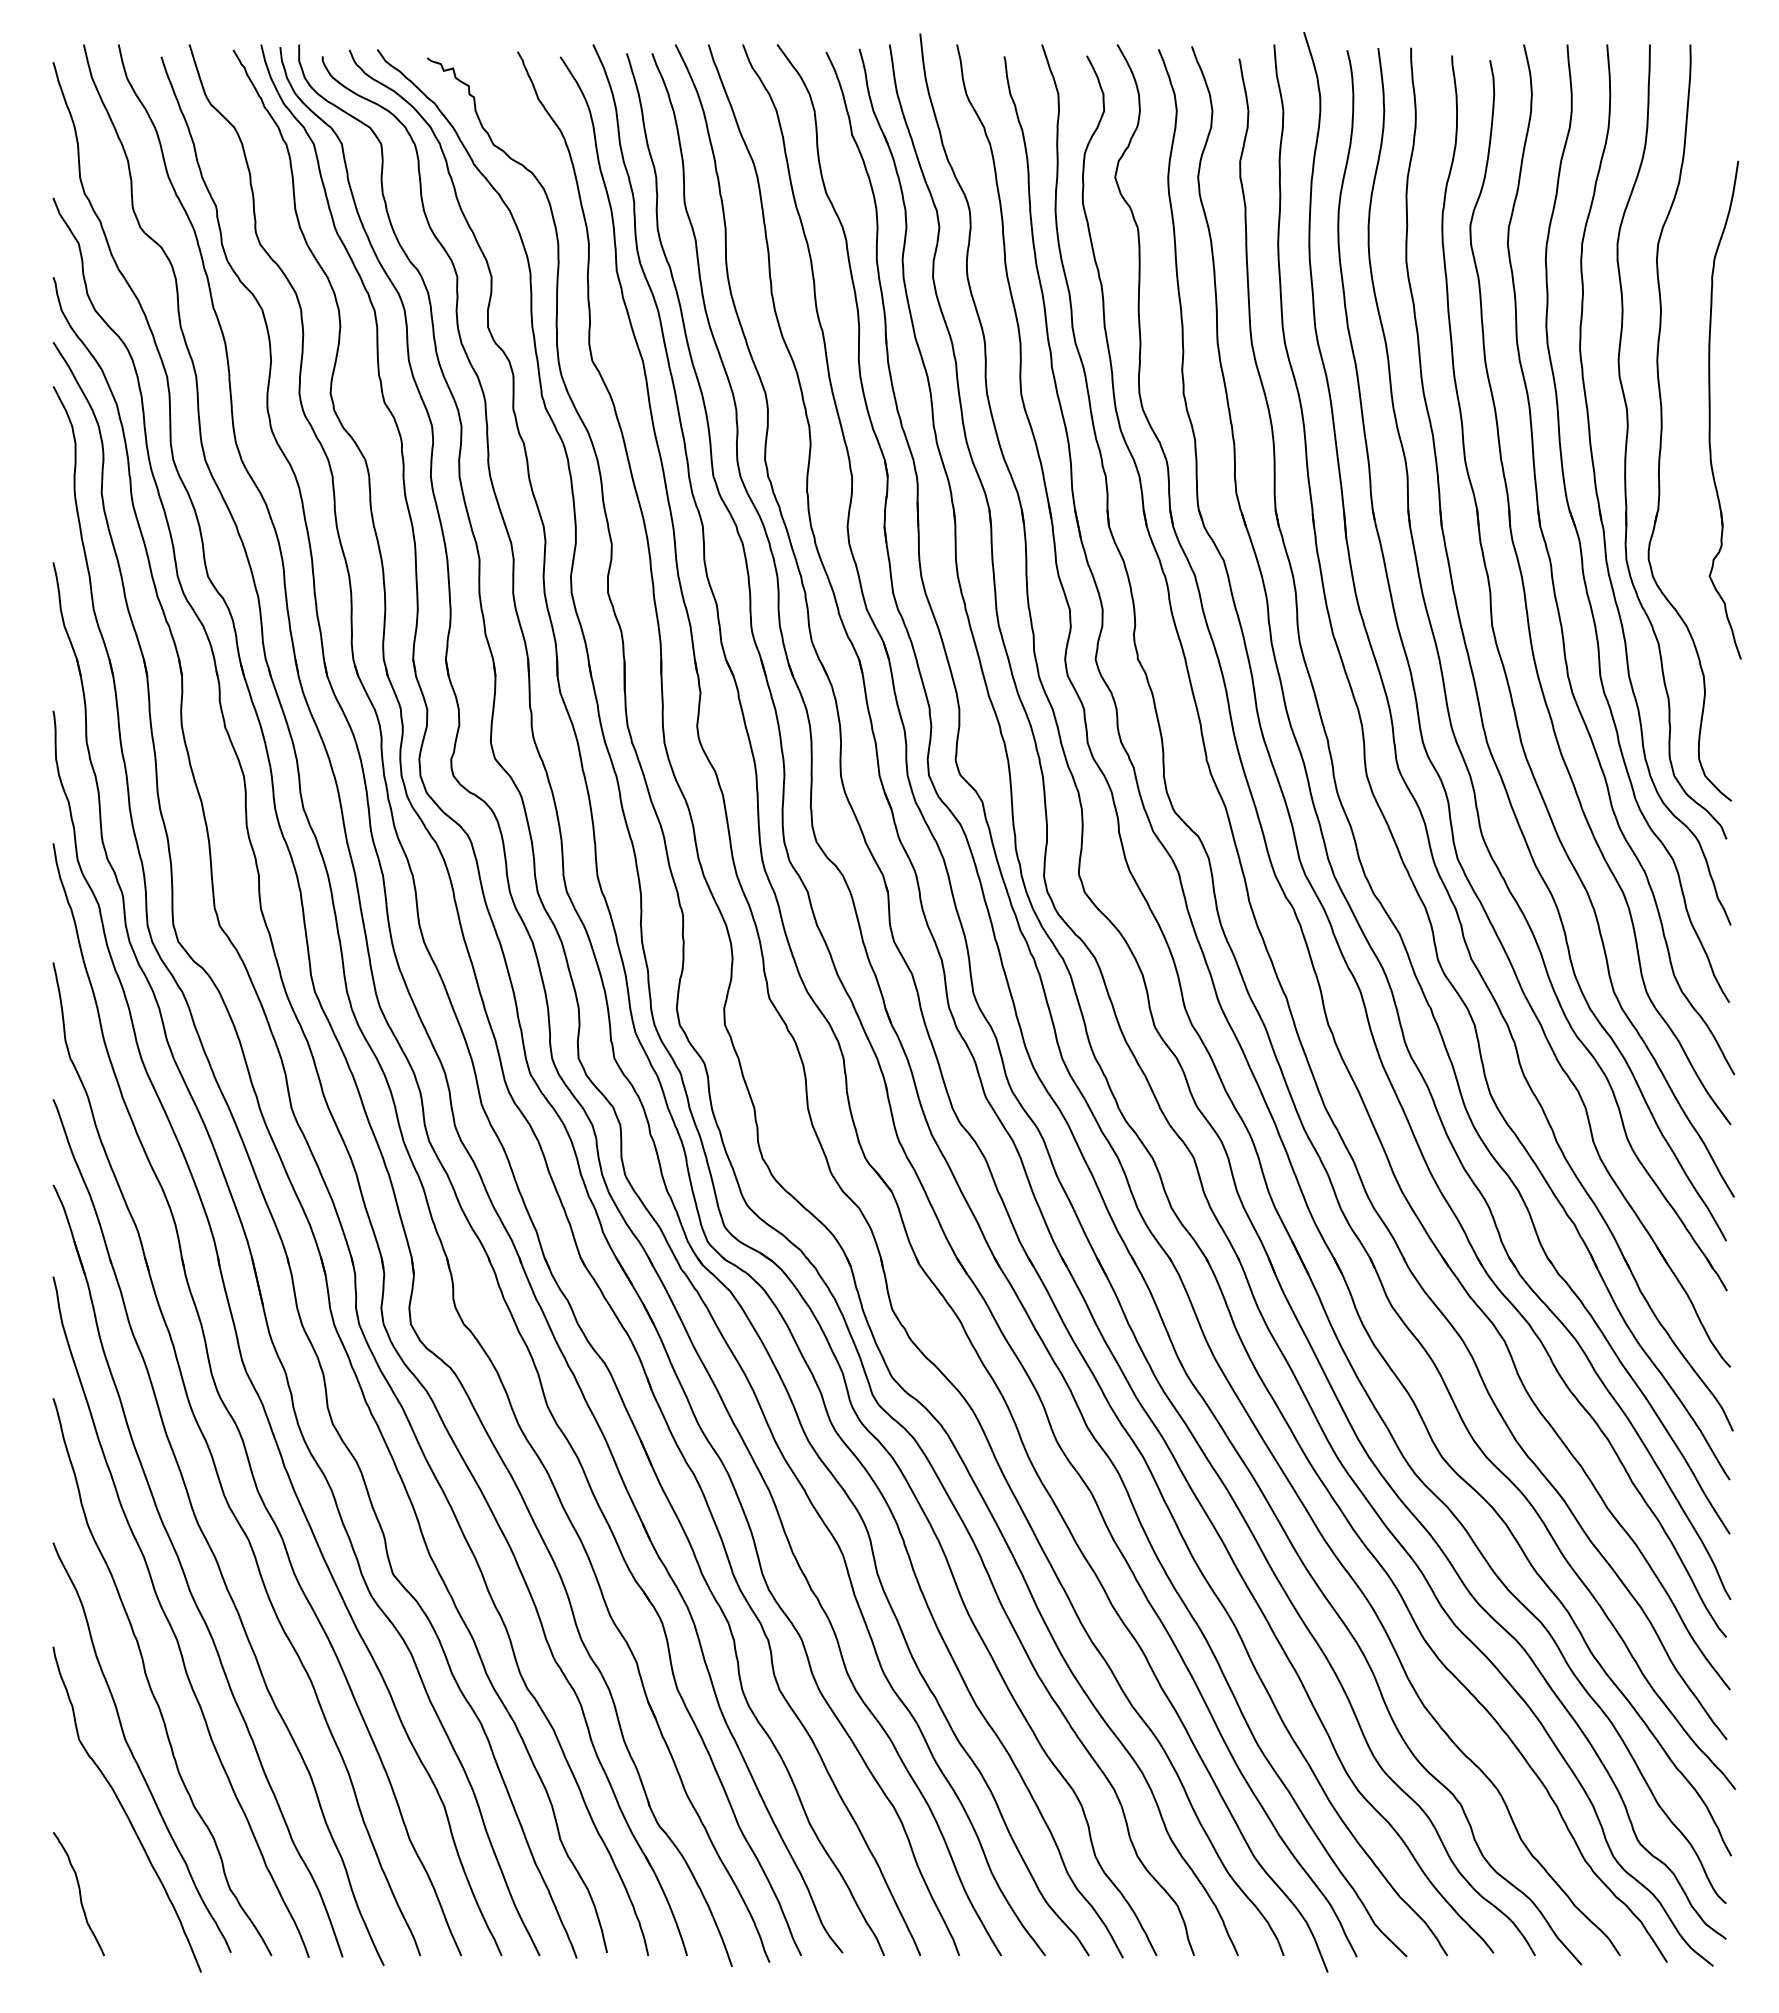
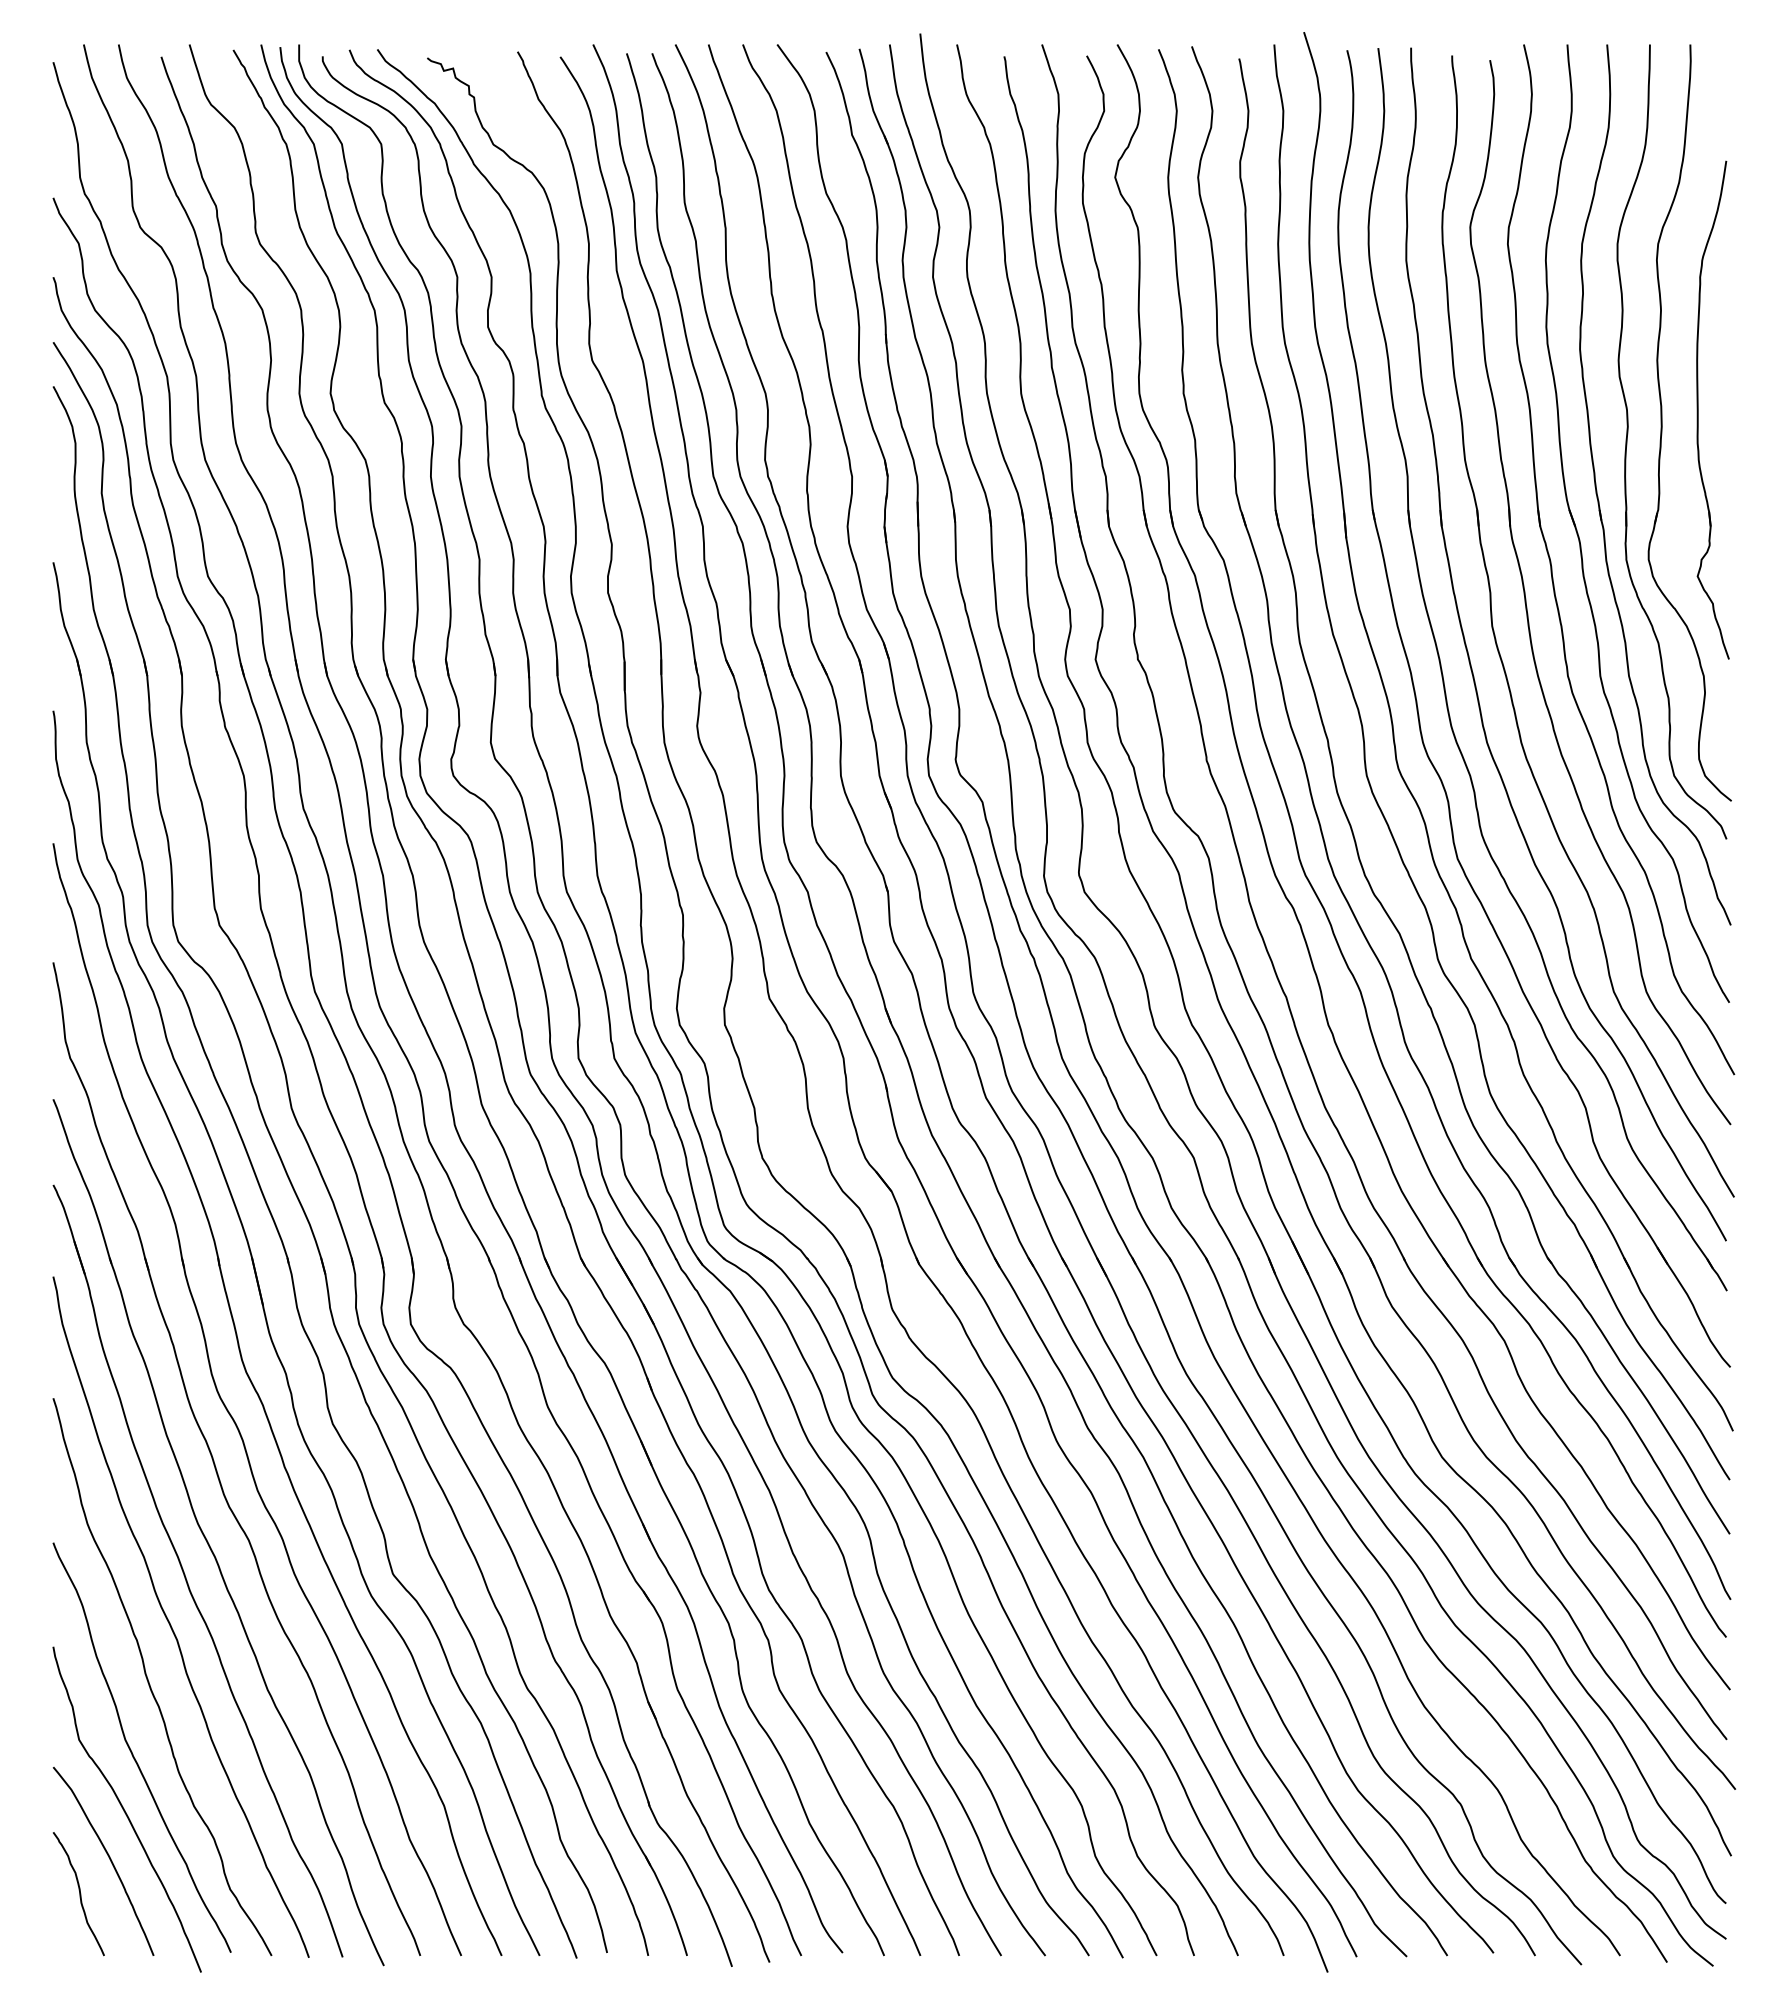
part at (1710, 409) position: (1710, 409) -> (1698, 409)
curve at (109, 1859): none -> present
